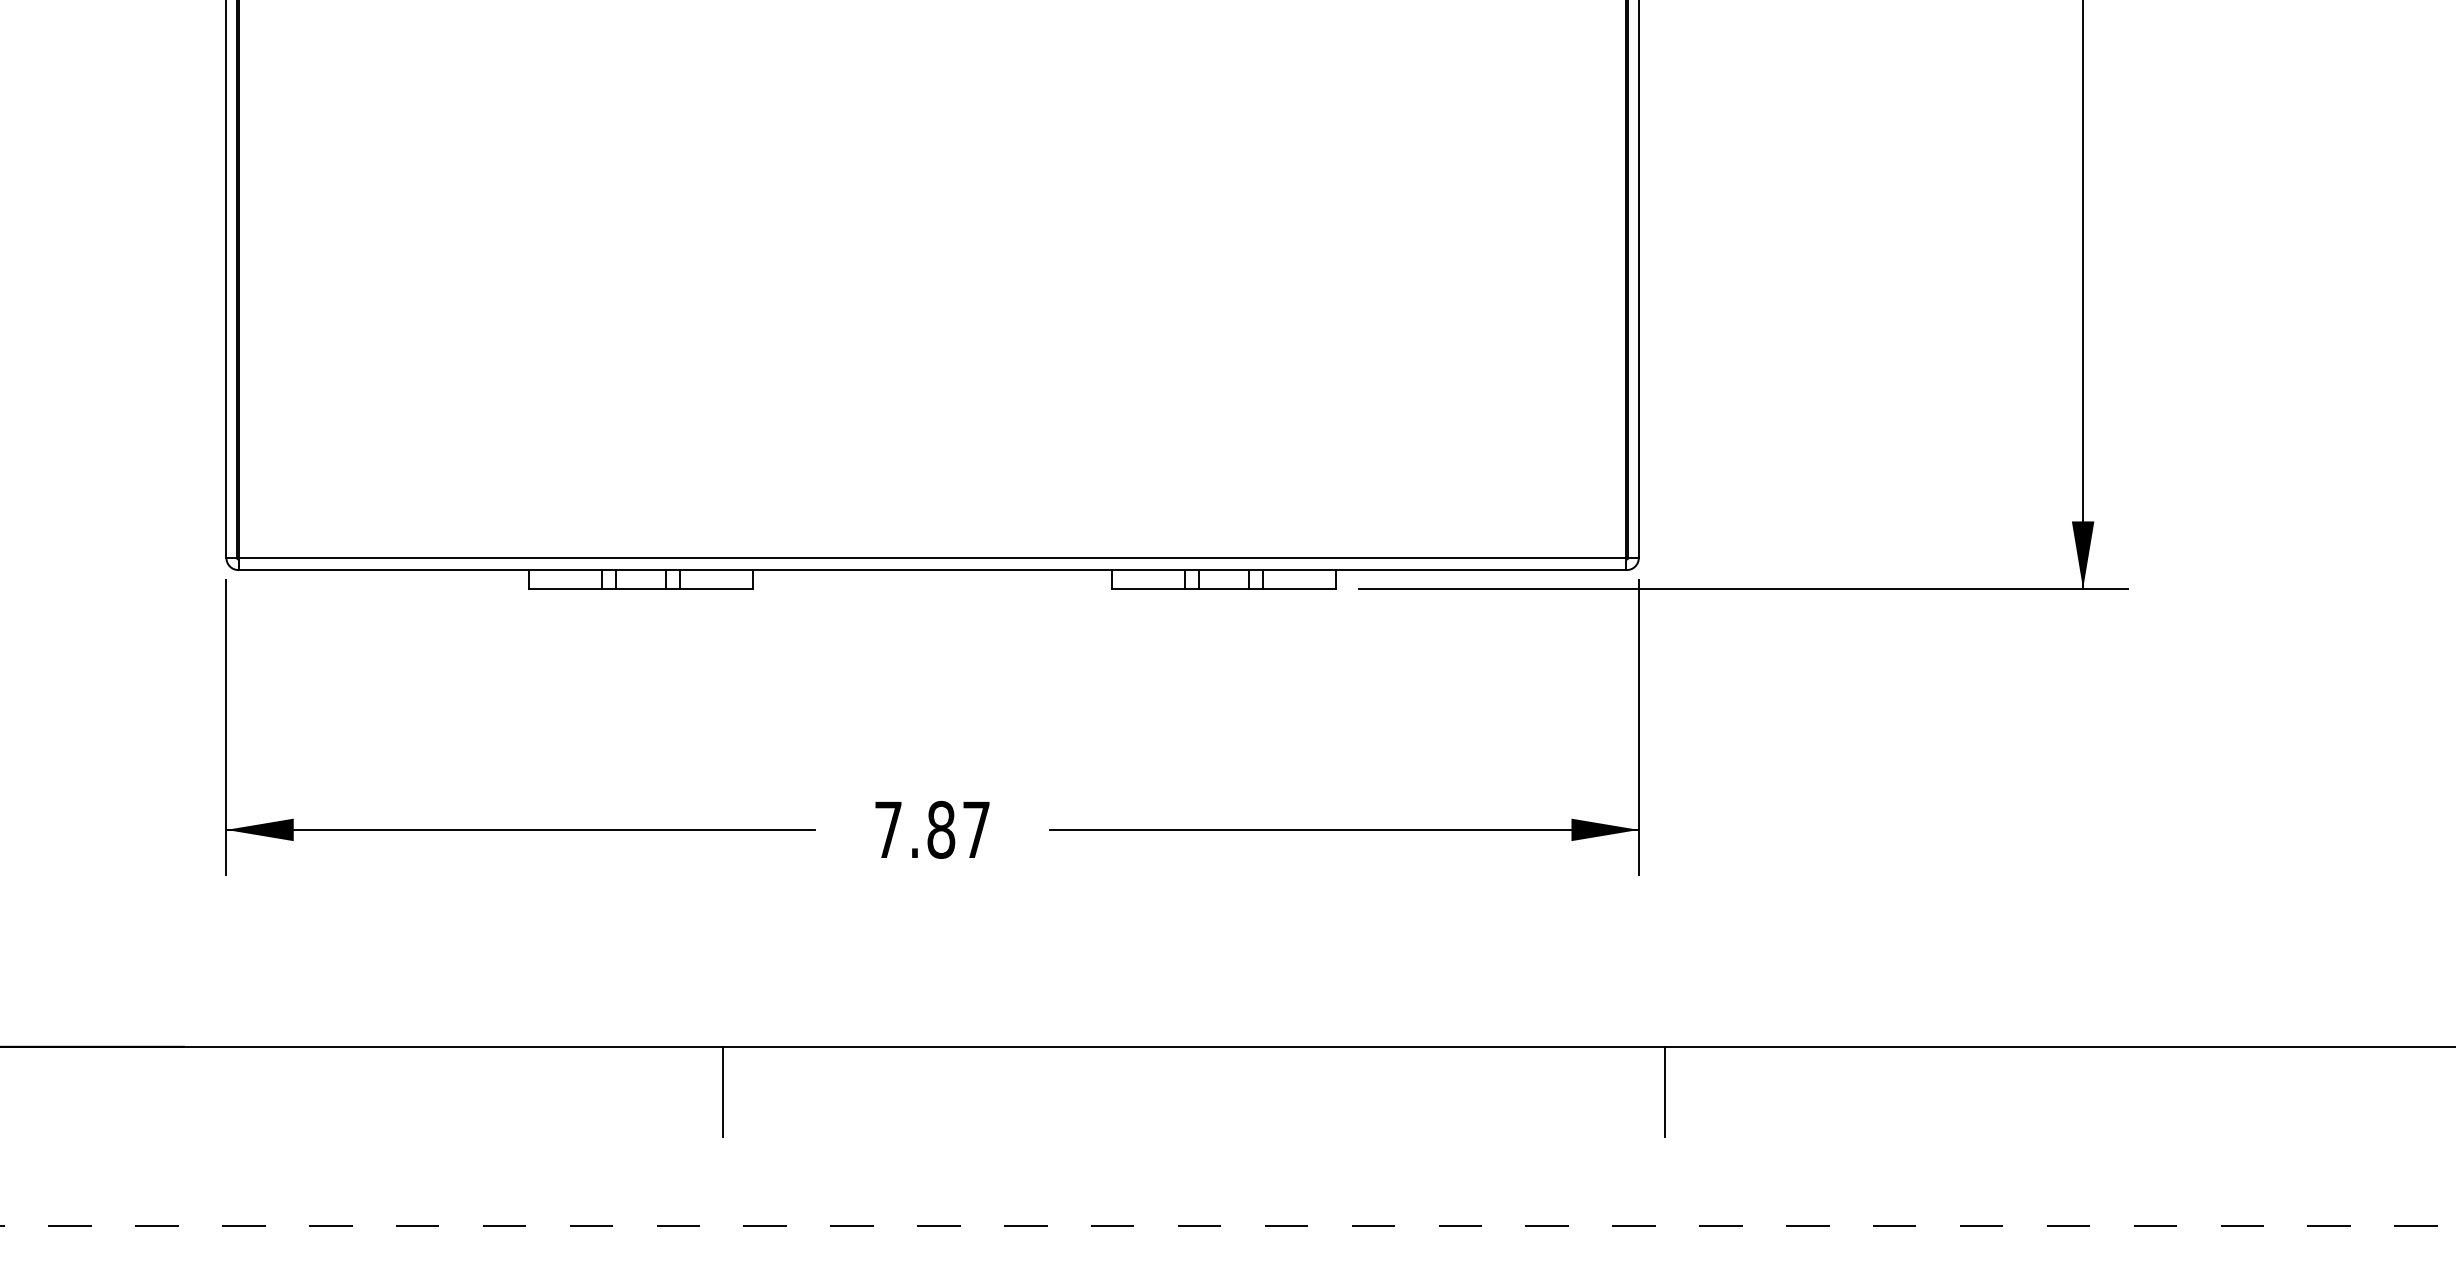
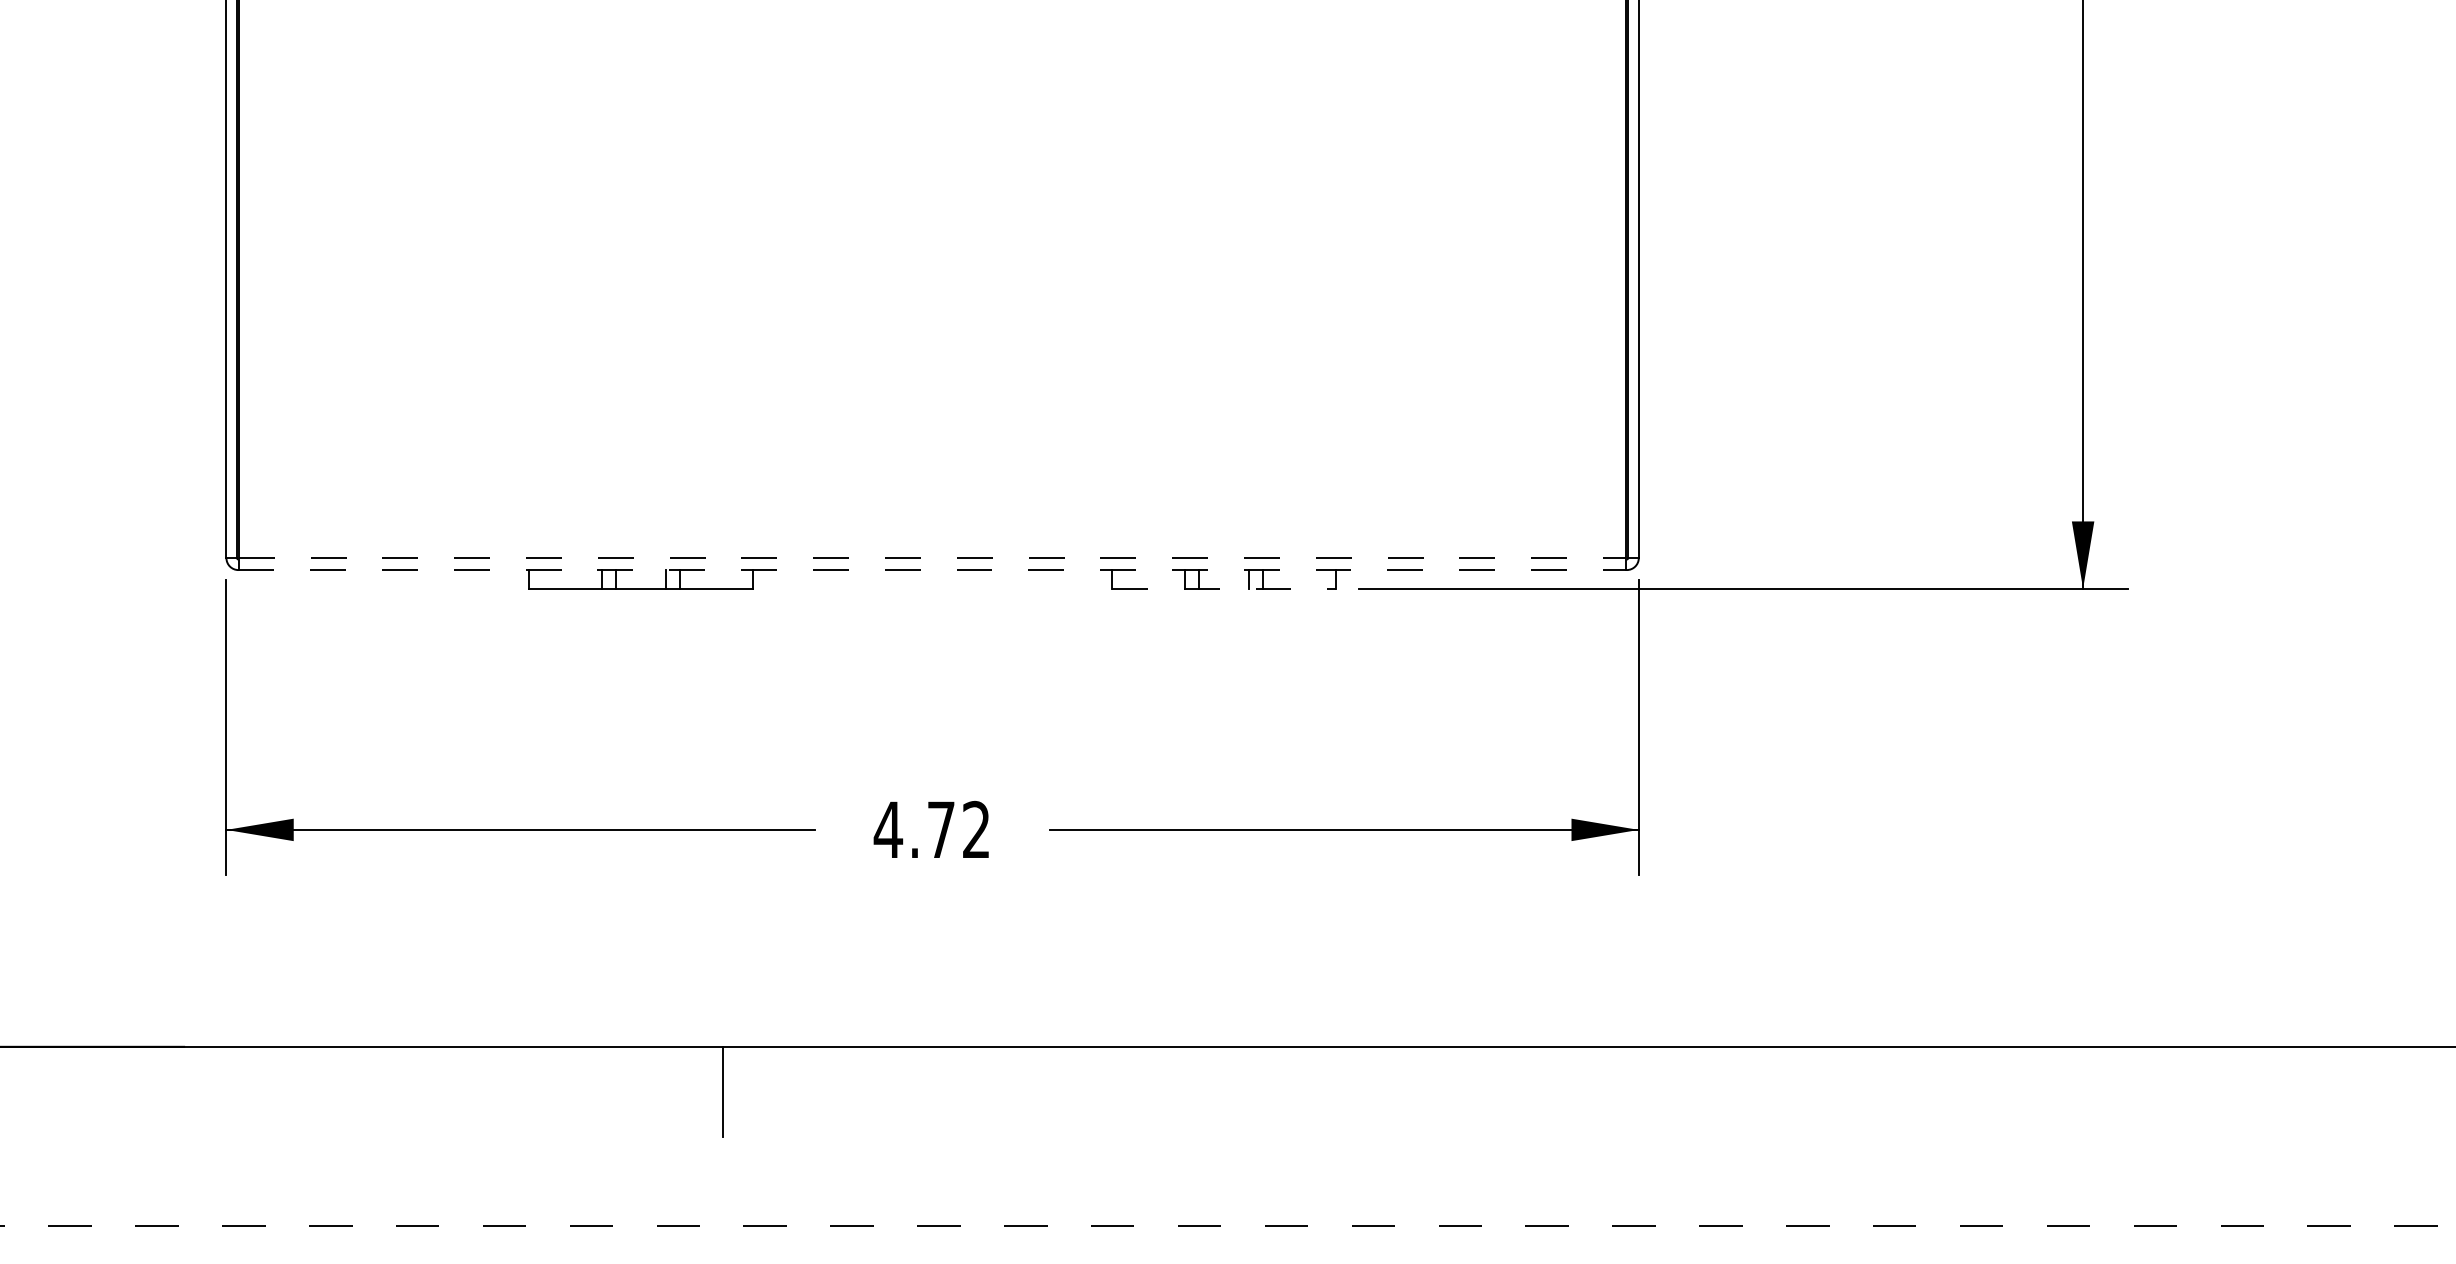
line at (932, 558): solid -> dashed
line at (933, 570): solid -> dashed
line at (1224, 588): solid -> dashed
text at (931, 829): 7.87 -> 4.72
line at (1665, 1091): present -> none
